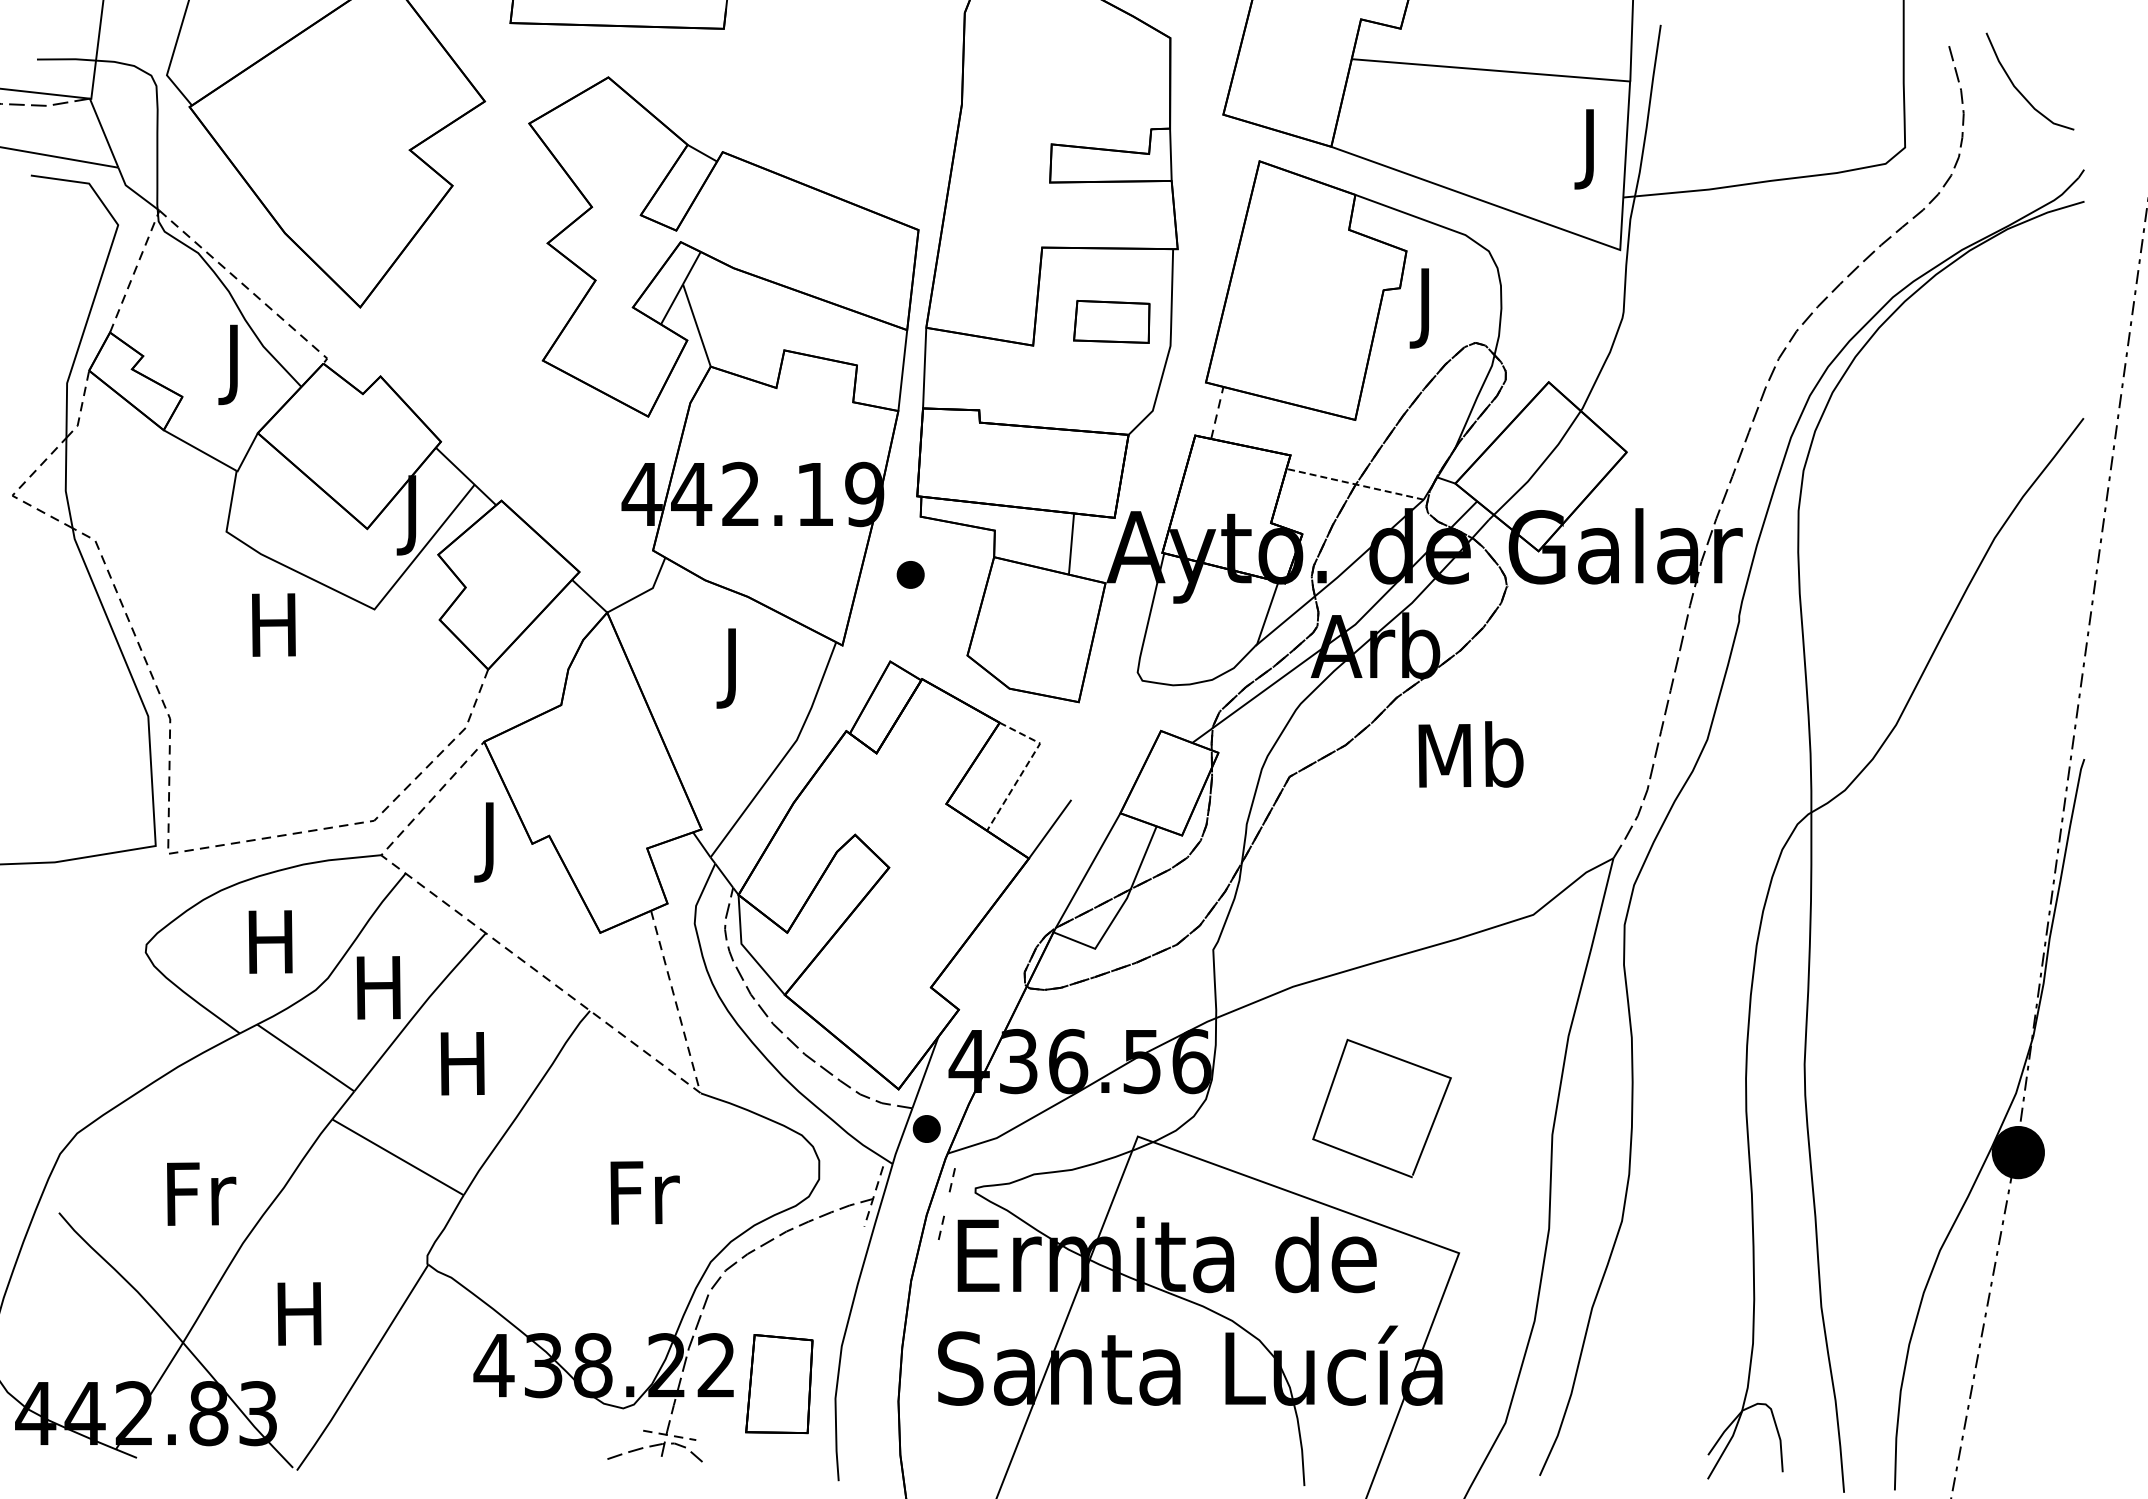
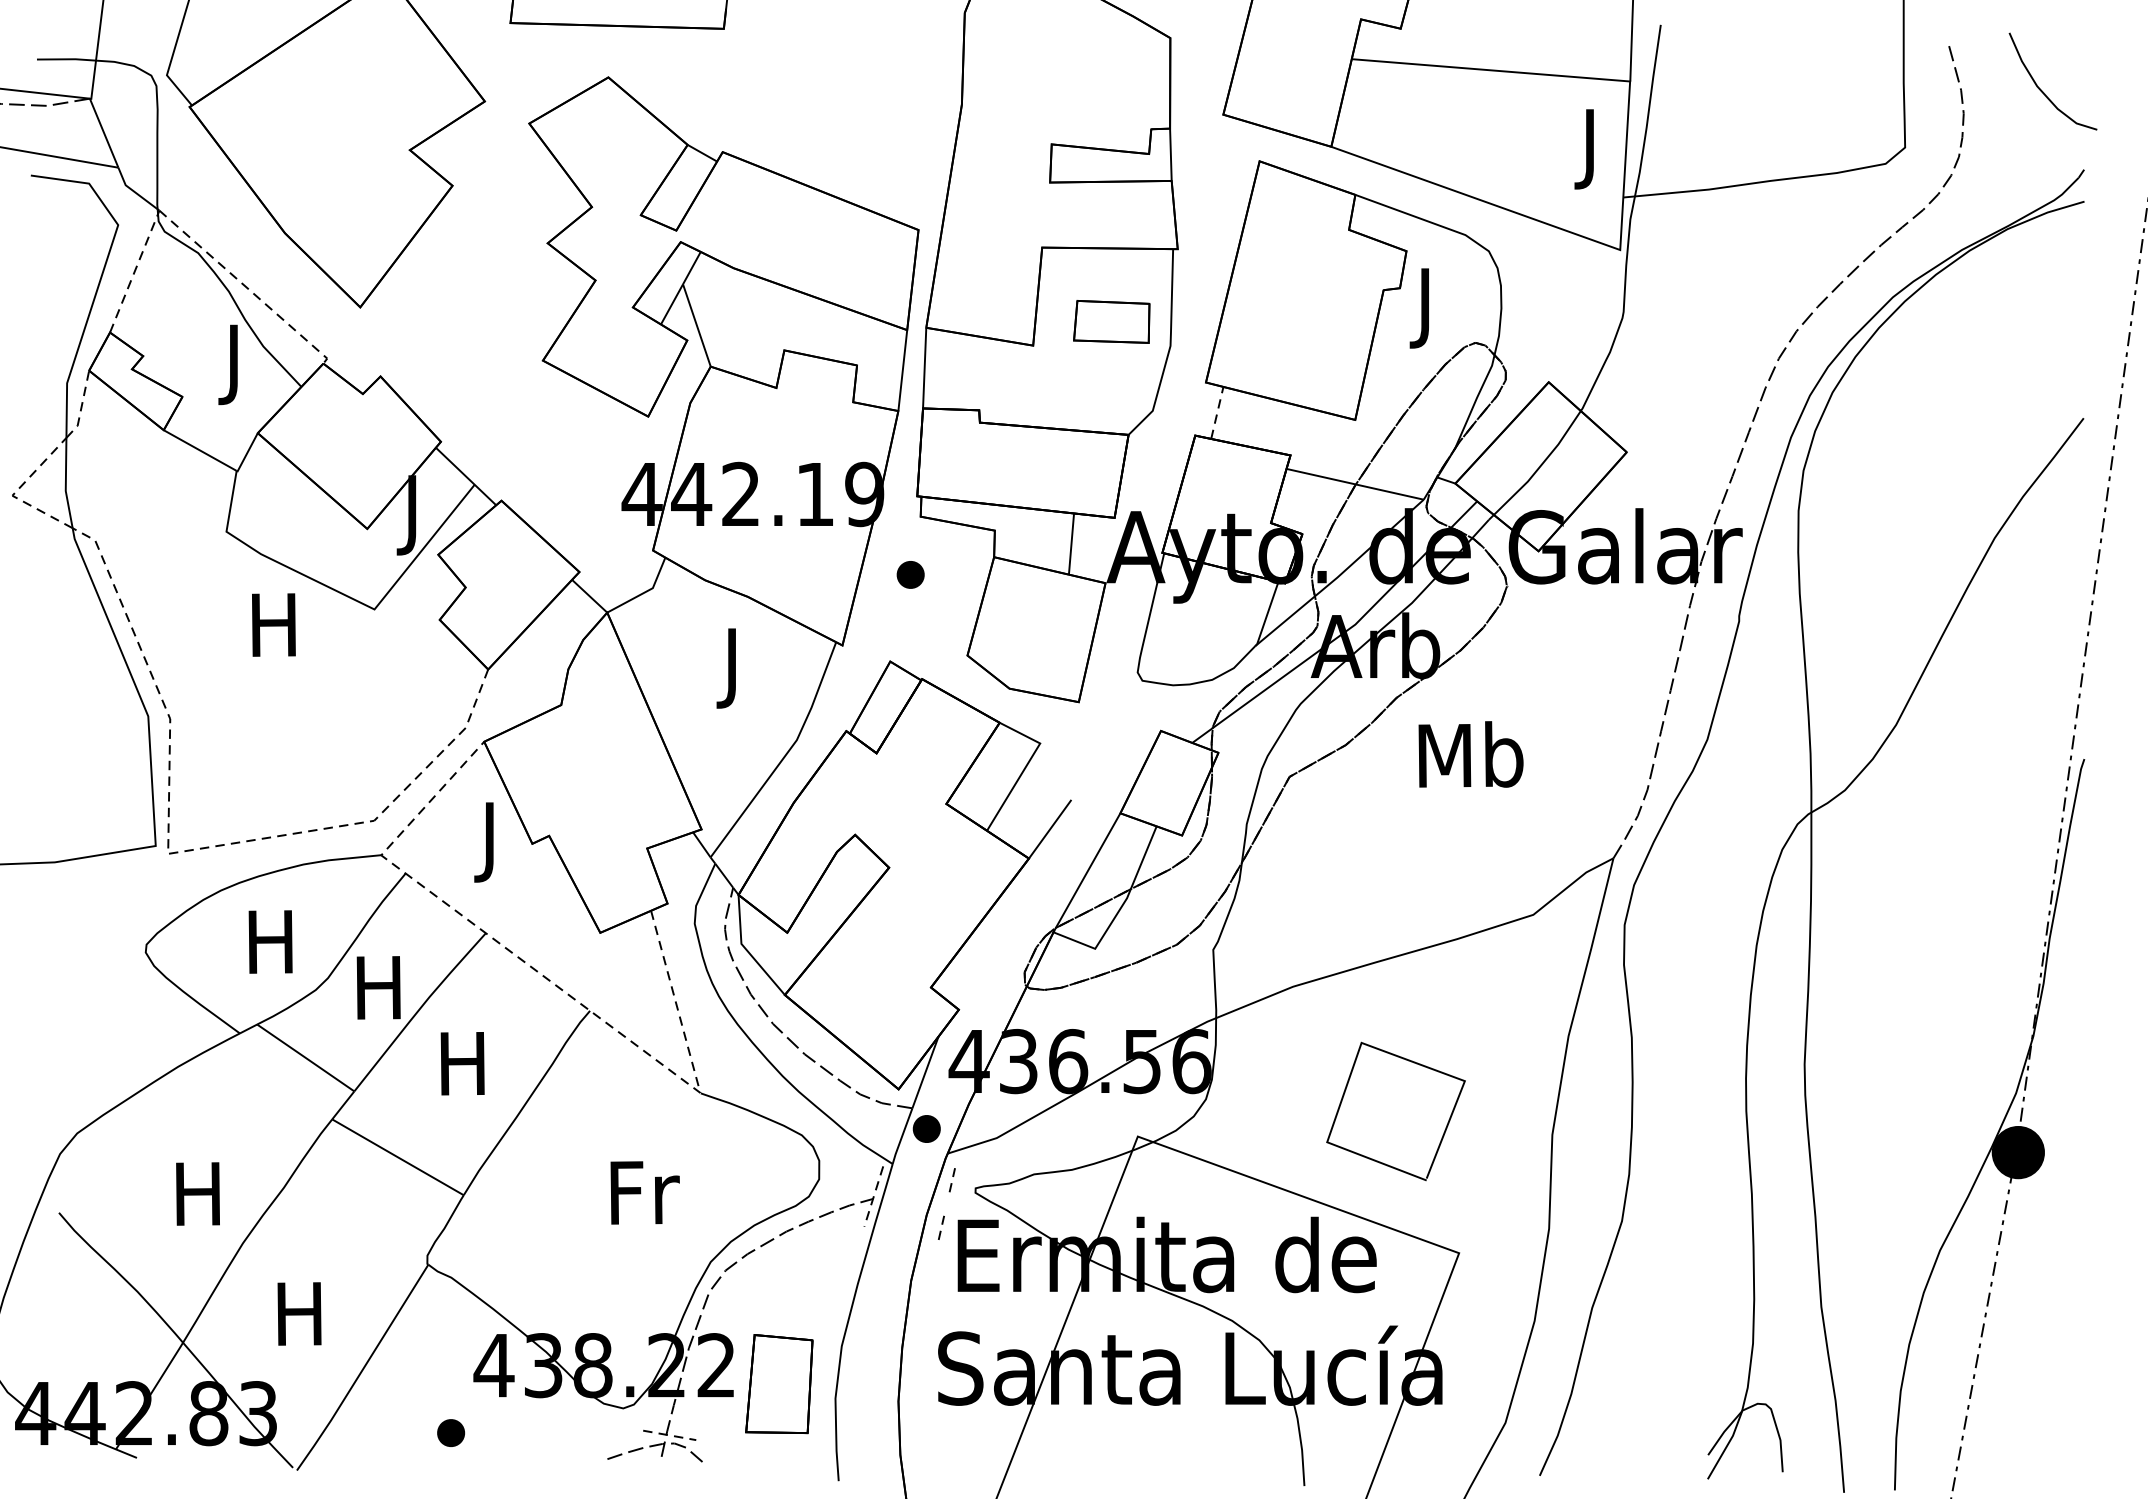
curve at (2019, 90) position: (2019, 90) -> (2042, 90)
line at (1354, 484): dashed -> solid
line at (1025, 767): dashed -> solid
line at (1399, 1060) position: (1399, 1060) -> (1413, 1063)
text at (201, 1193): Fr -> H
part at (451, 1432): none -> present
